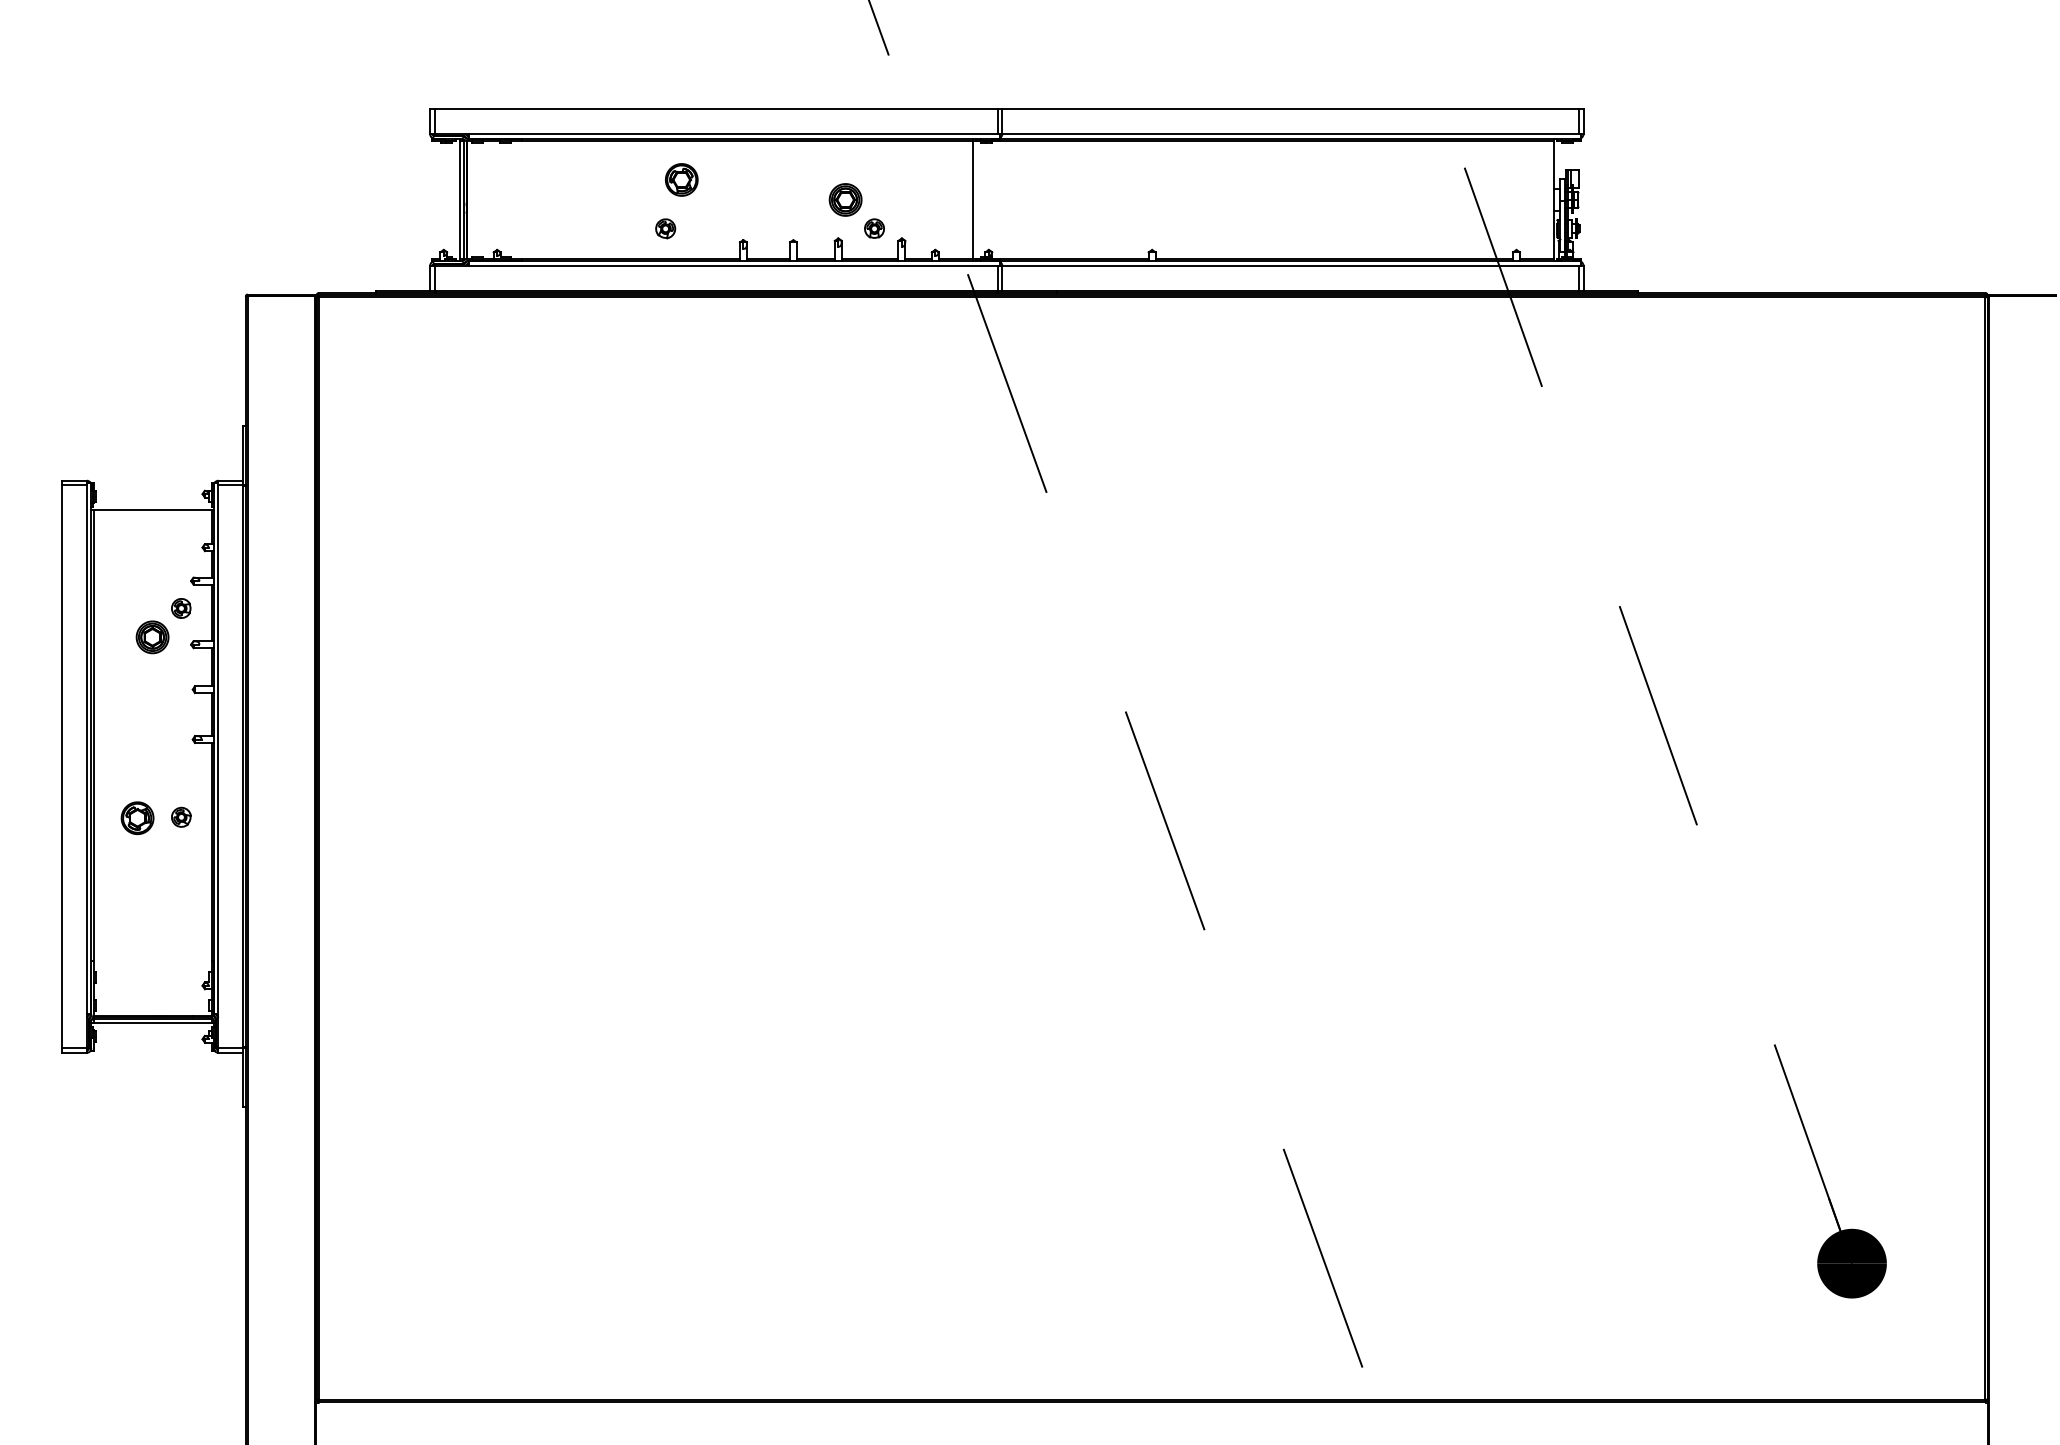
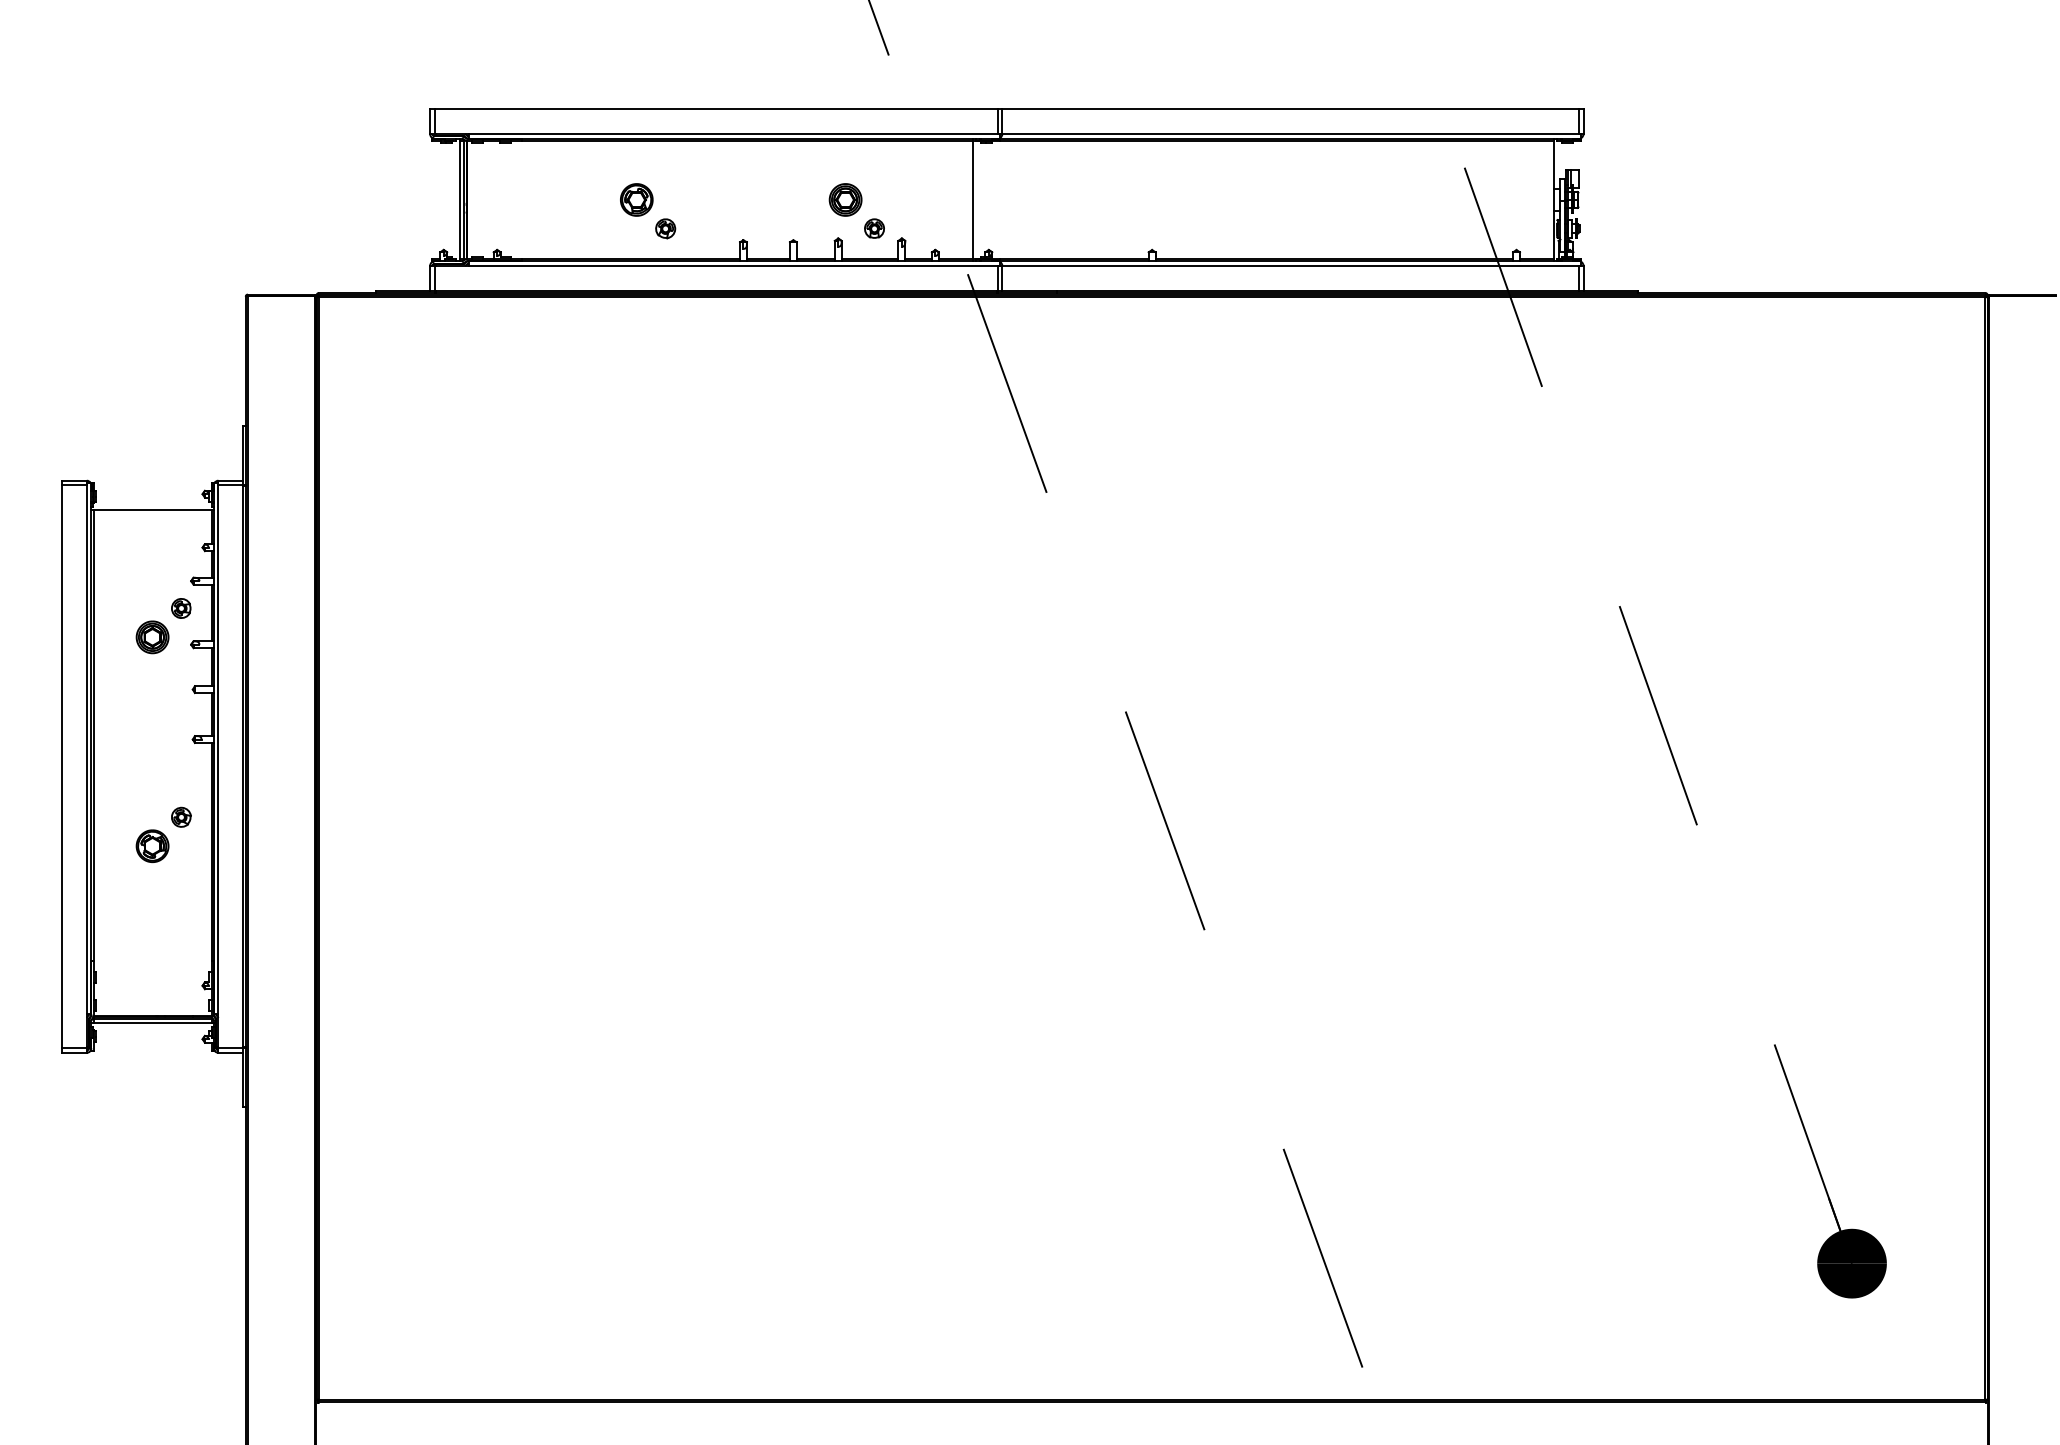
part at (681, 179) position: (681, 179) -> (636, 199)
part at (137, 817) position: (137, 817) -> (152, 845)
